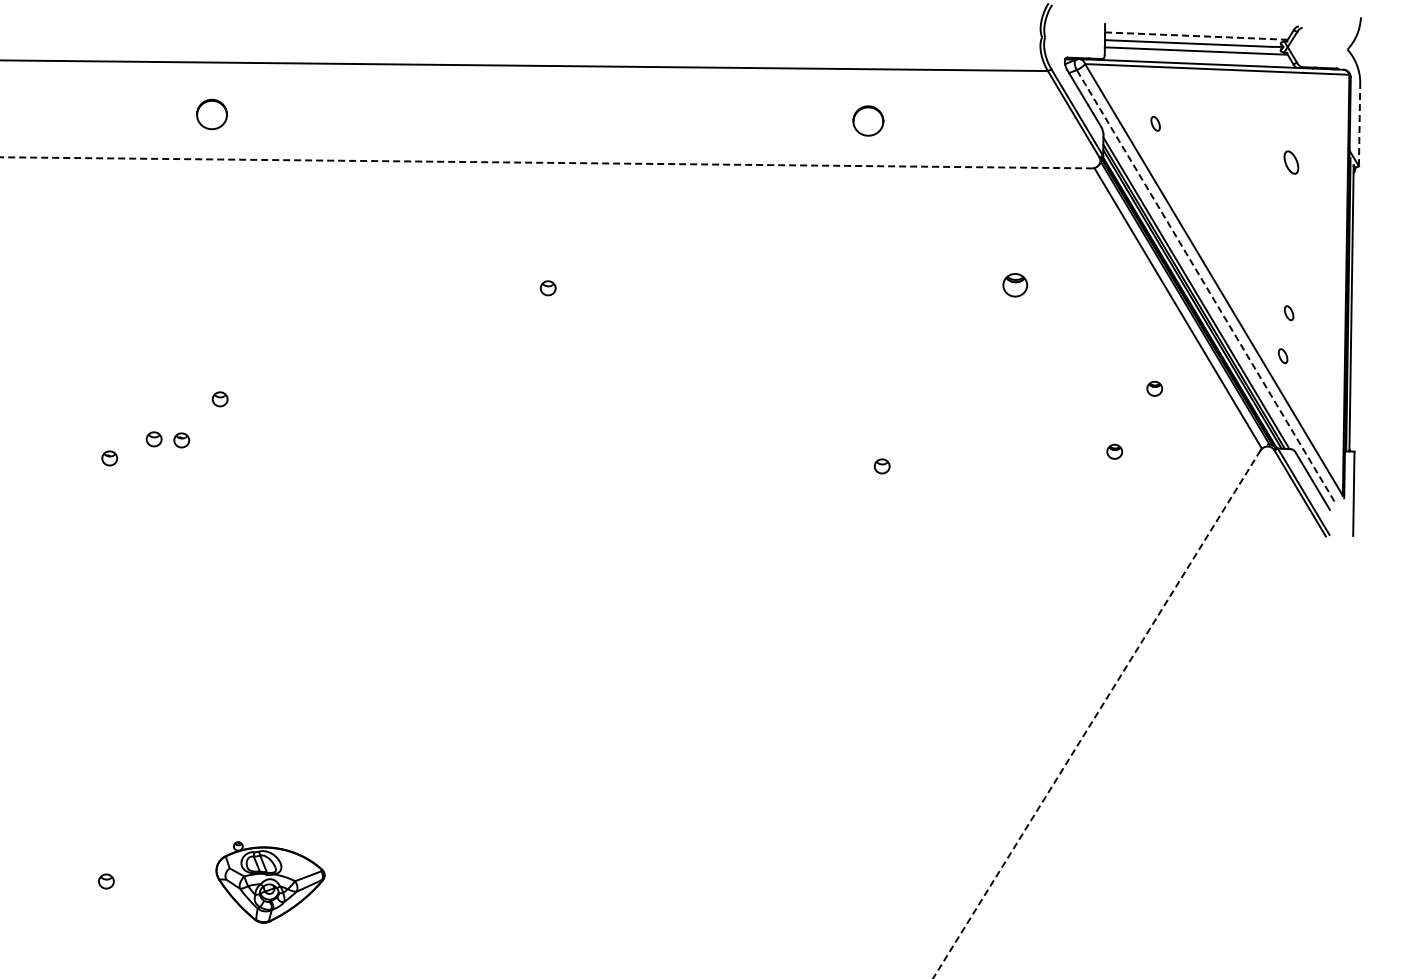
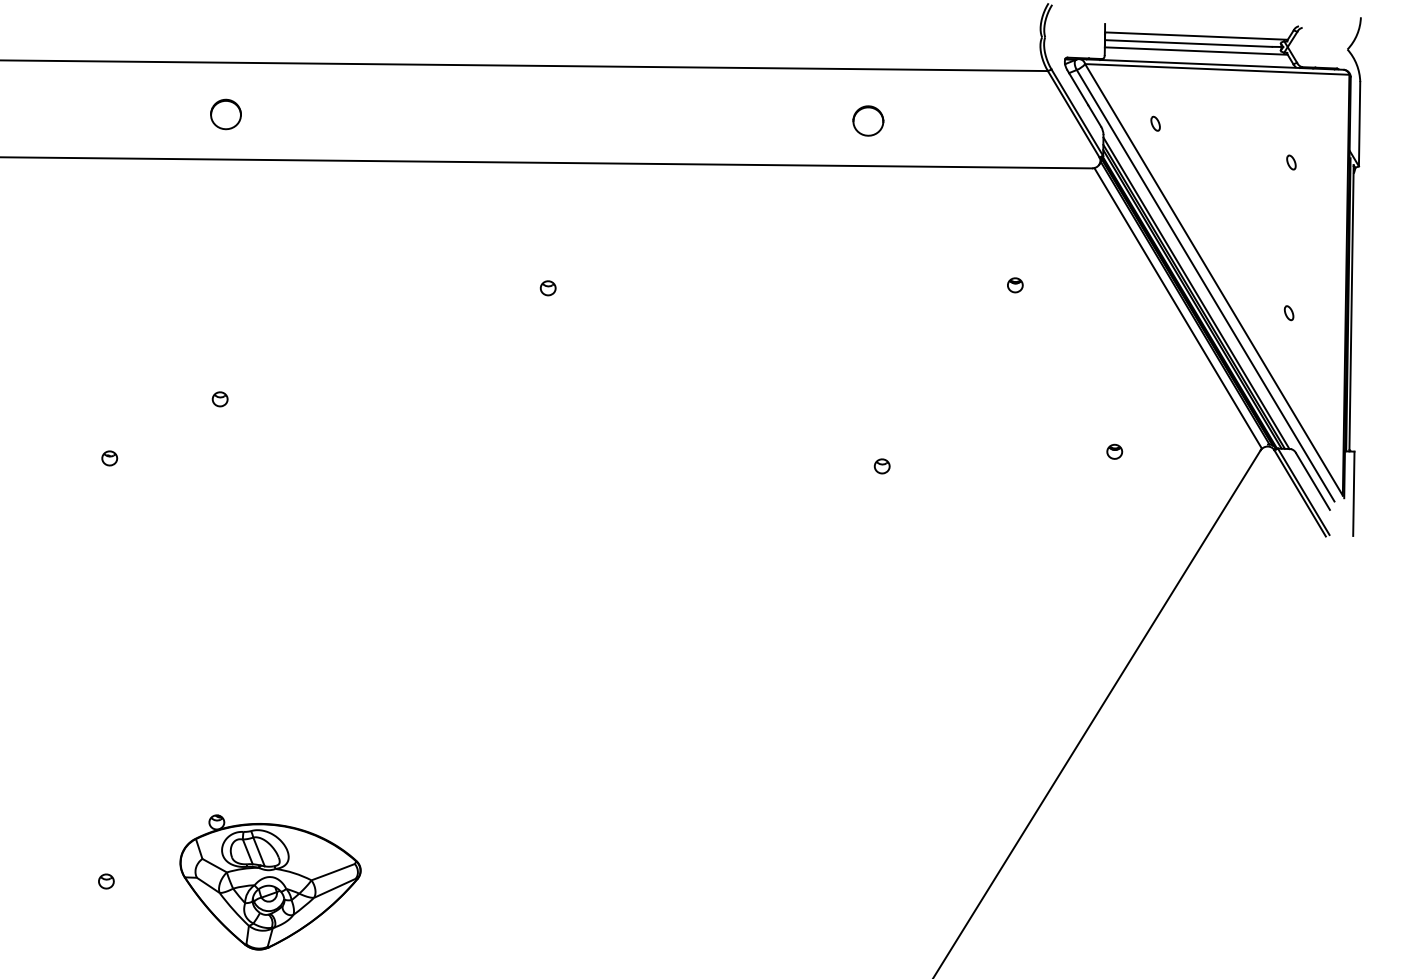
line at (1196, 36): dashed -> solid
part at (211, 114) position: (211, 114) -> (225, 114)
line at (1359, 124): dashed -> solid
line at (546, 162): dashed -> solid
part at (1291, 162) size: 17x25 px -> 11x17 px
part at (1015, 285) size: 27x25 px -> 17x17 px
line at (1205, 285): dashed -> solid
part at (1282, 356): present -> none
part at (1154, 388): present -> none
part at (153, 439): present -> none
part at (181, 440): present -> none
line at (1096, 714): dashed -> solid
part at (270, 882) size: 111x83 px -> 183x137 px
